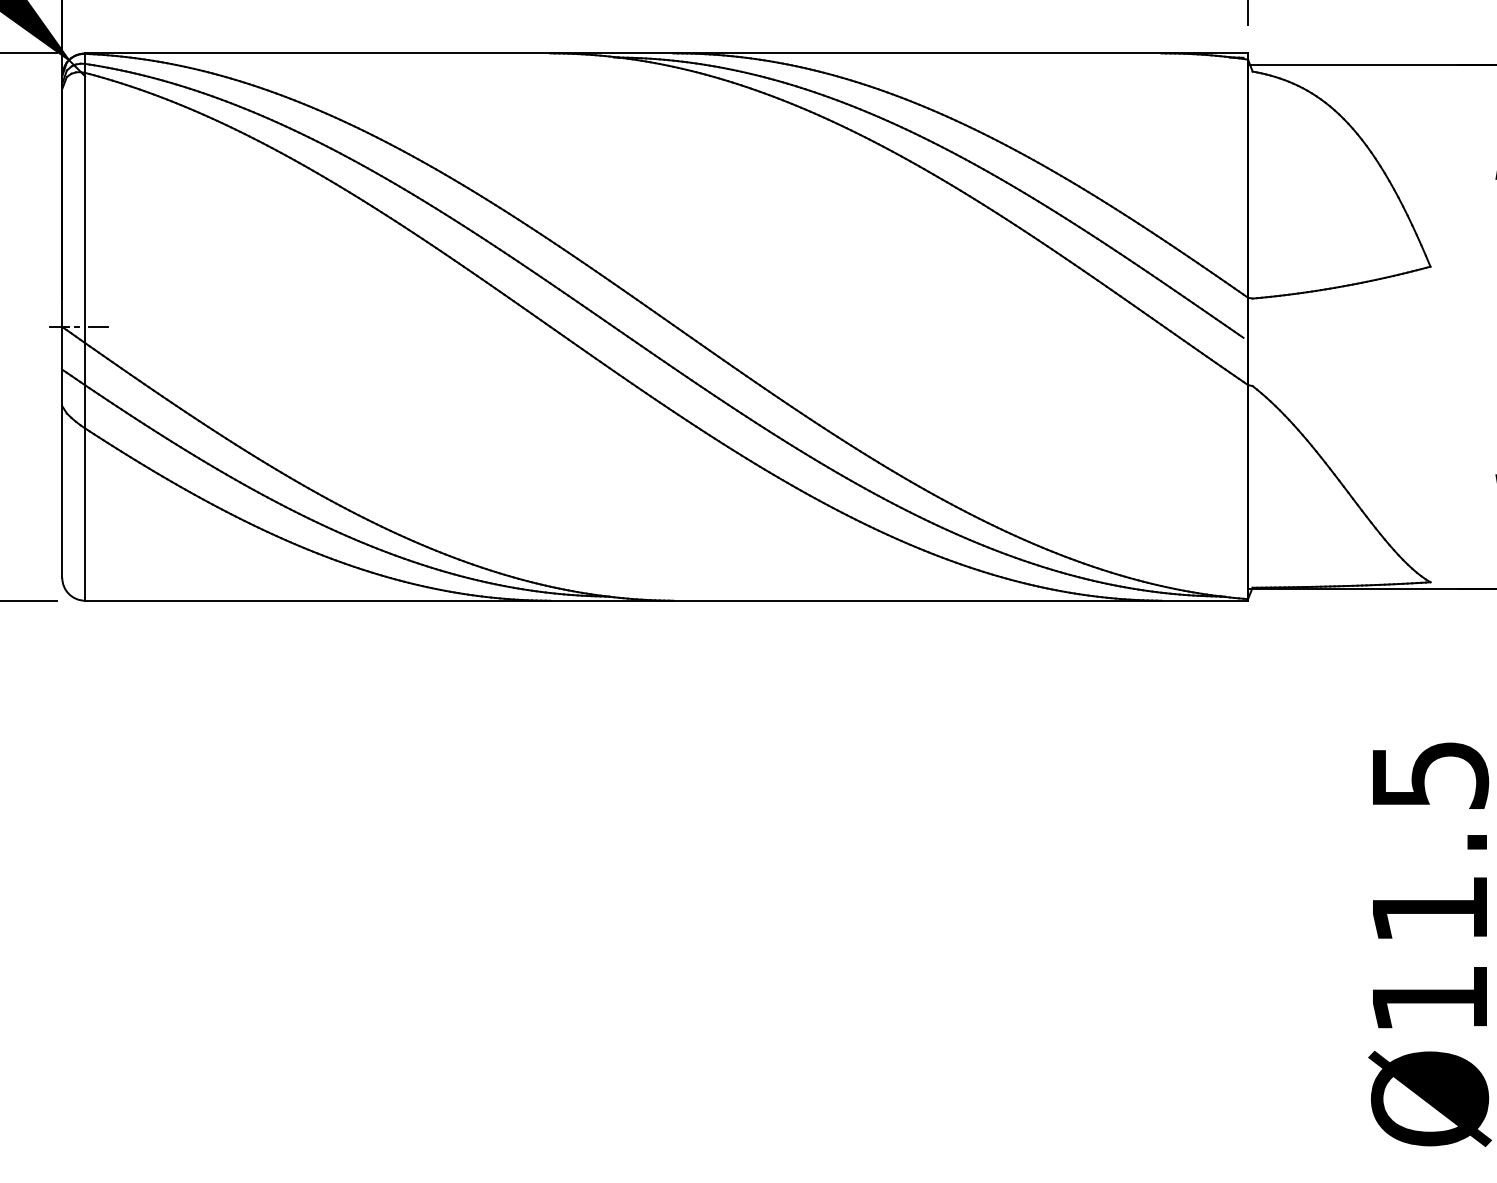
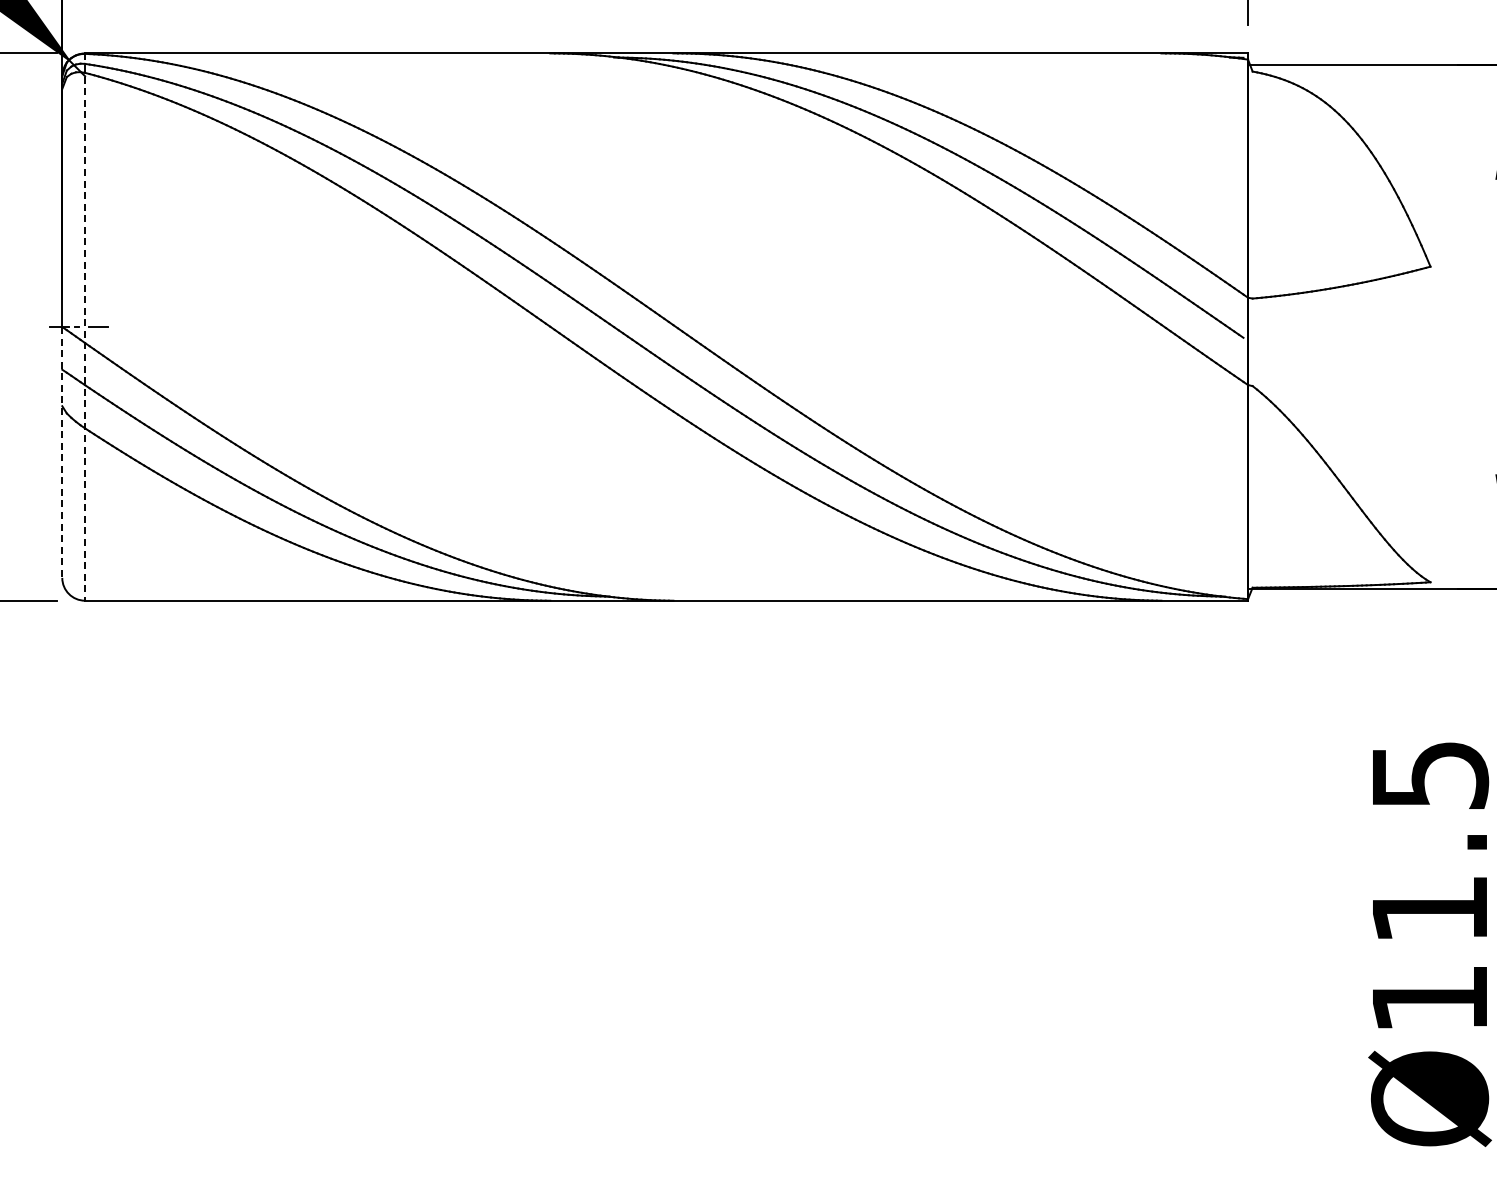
line at (85, 327): solid -> dashed
line at (62, 453): solid -> dashed
